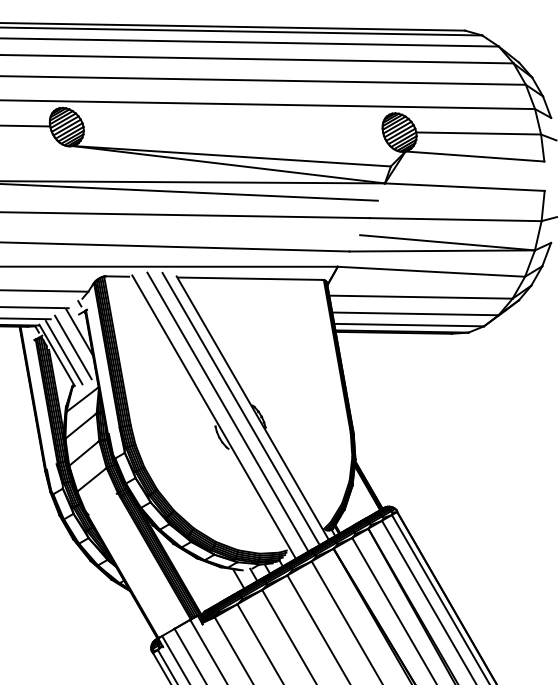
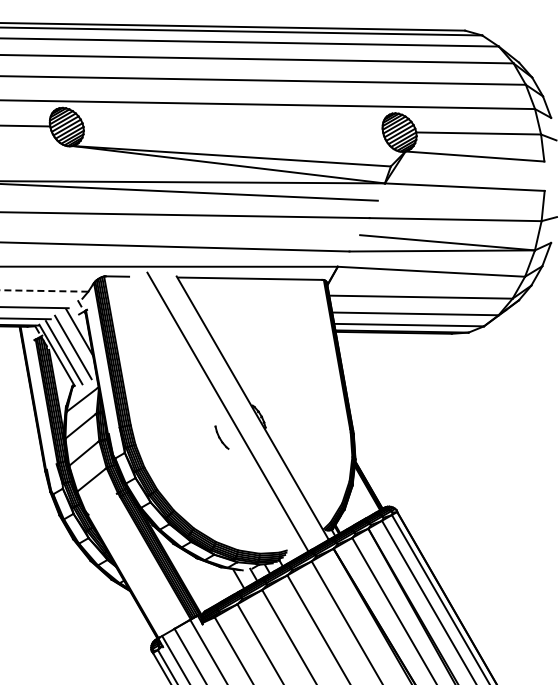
line at (44, 290): solid -> dashed
line at (240, 408): present -> none
line at (213, 416): present -> none
